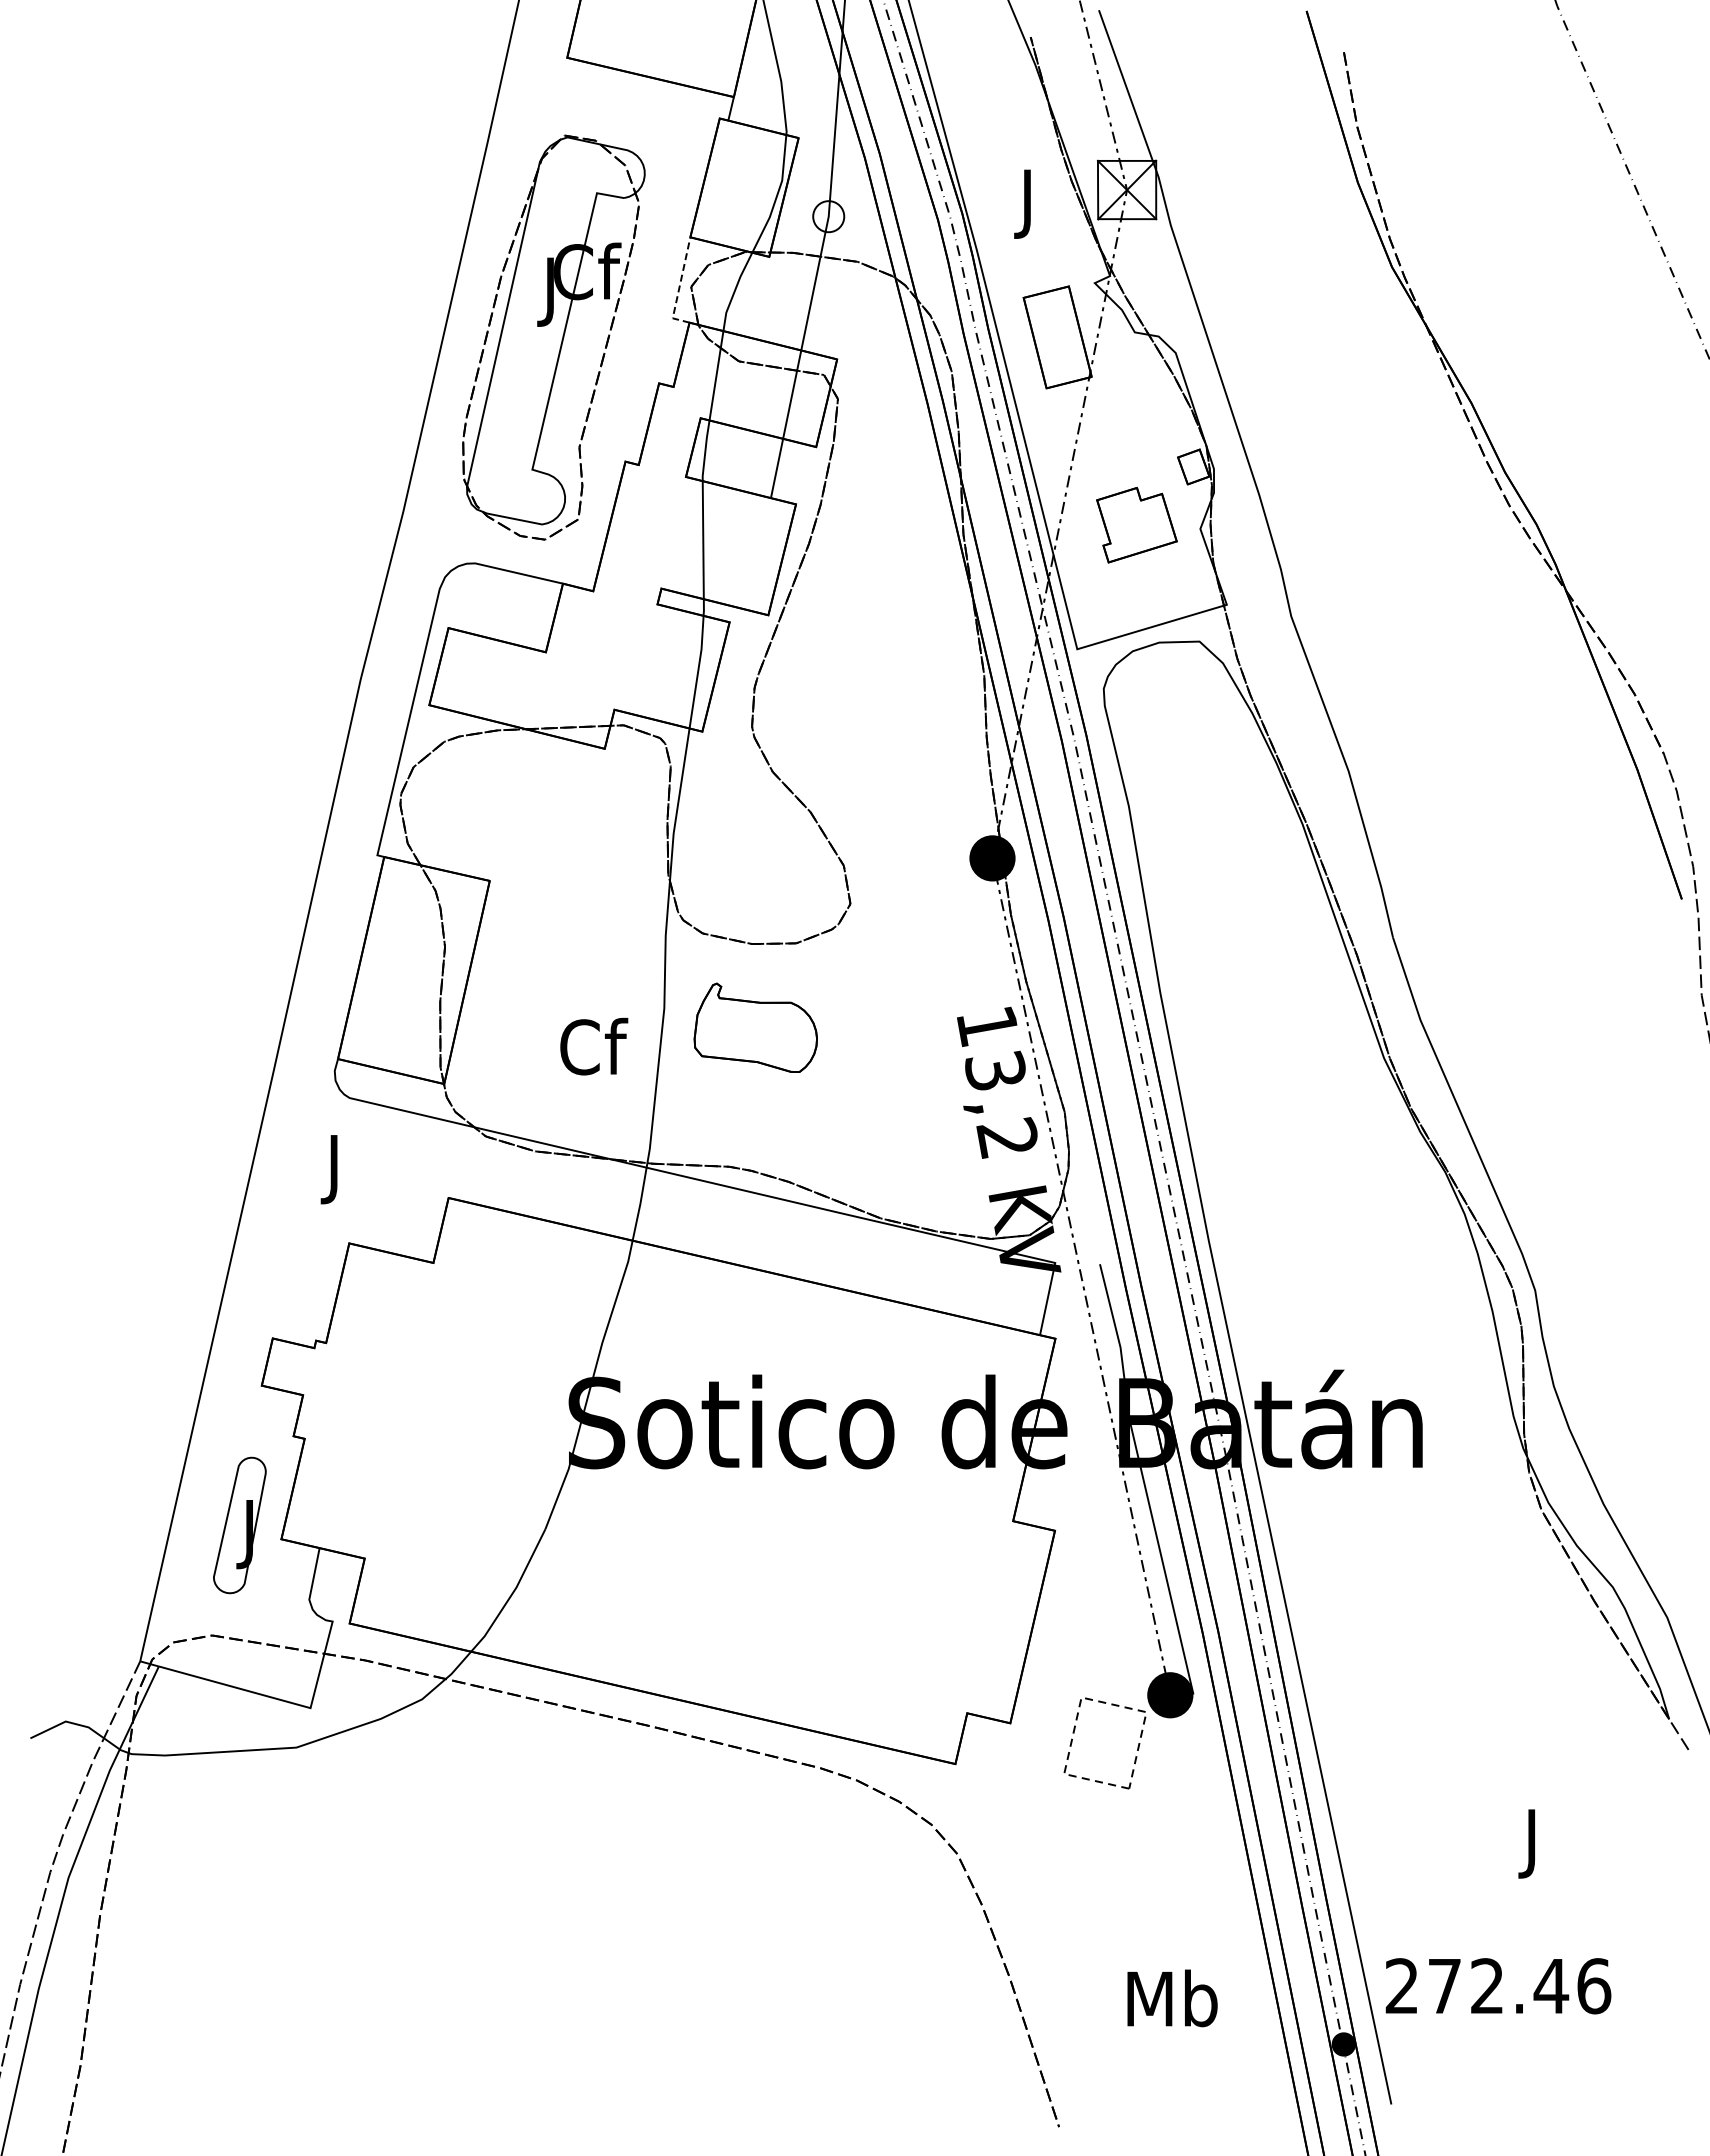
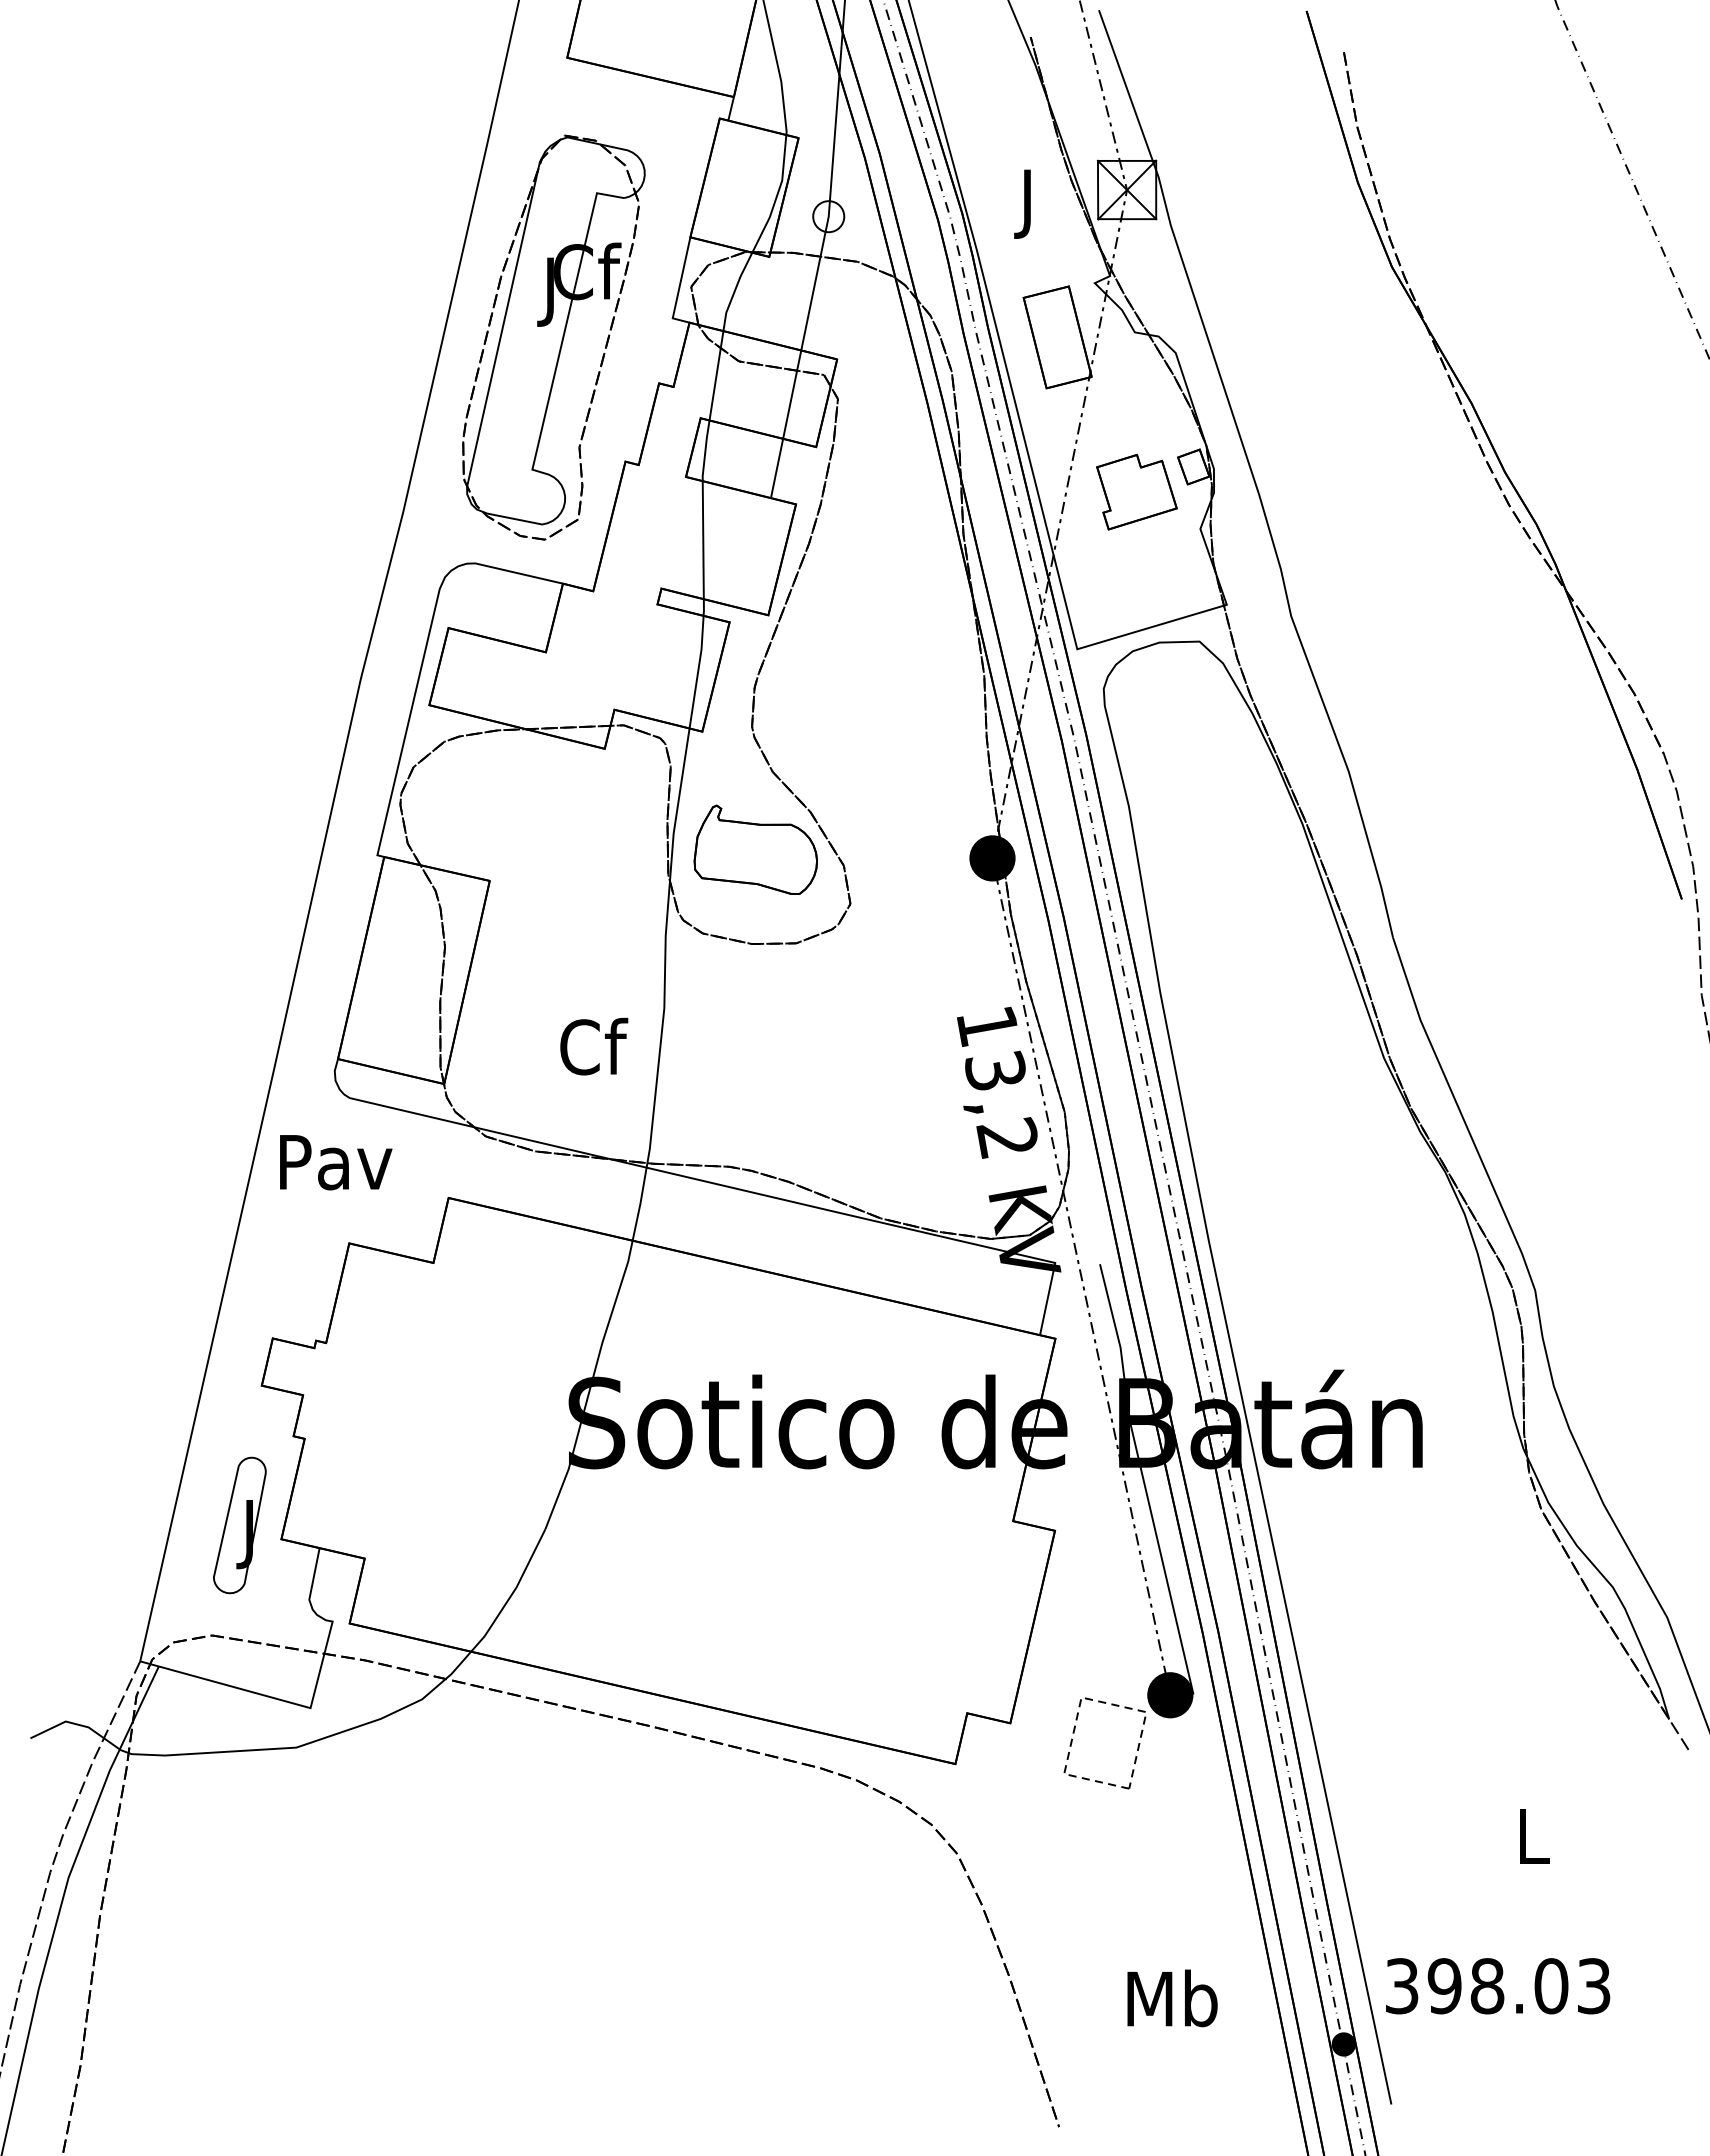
line at (679, 287): dashed -> solid
part at (1136, 524) position: (1136, 524) -> (1136, 491)
part at (755, 1027) position: (755, 1027) -> (755, 849)
text at (336, 1169): J -> Pav
text at (1533, 1843): J -> L
text at (1498, 1986): 272.46 -> 398.03
